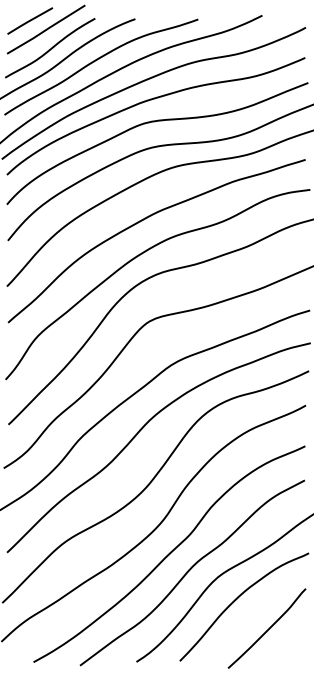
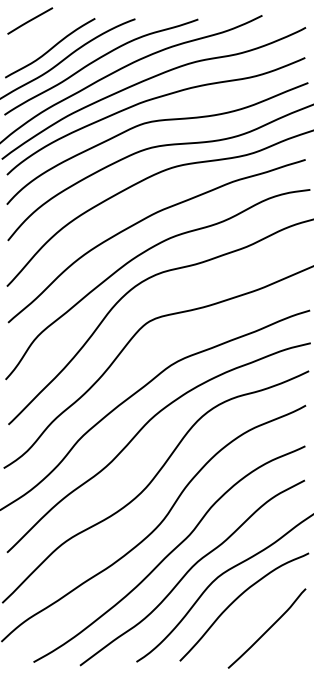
line at (45, 29): present -> none
